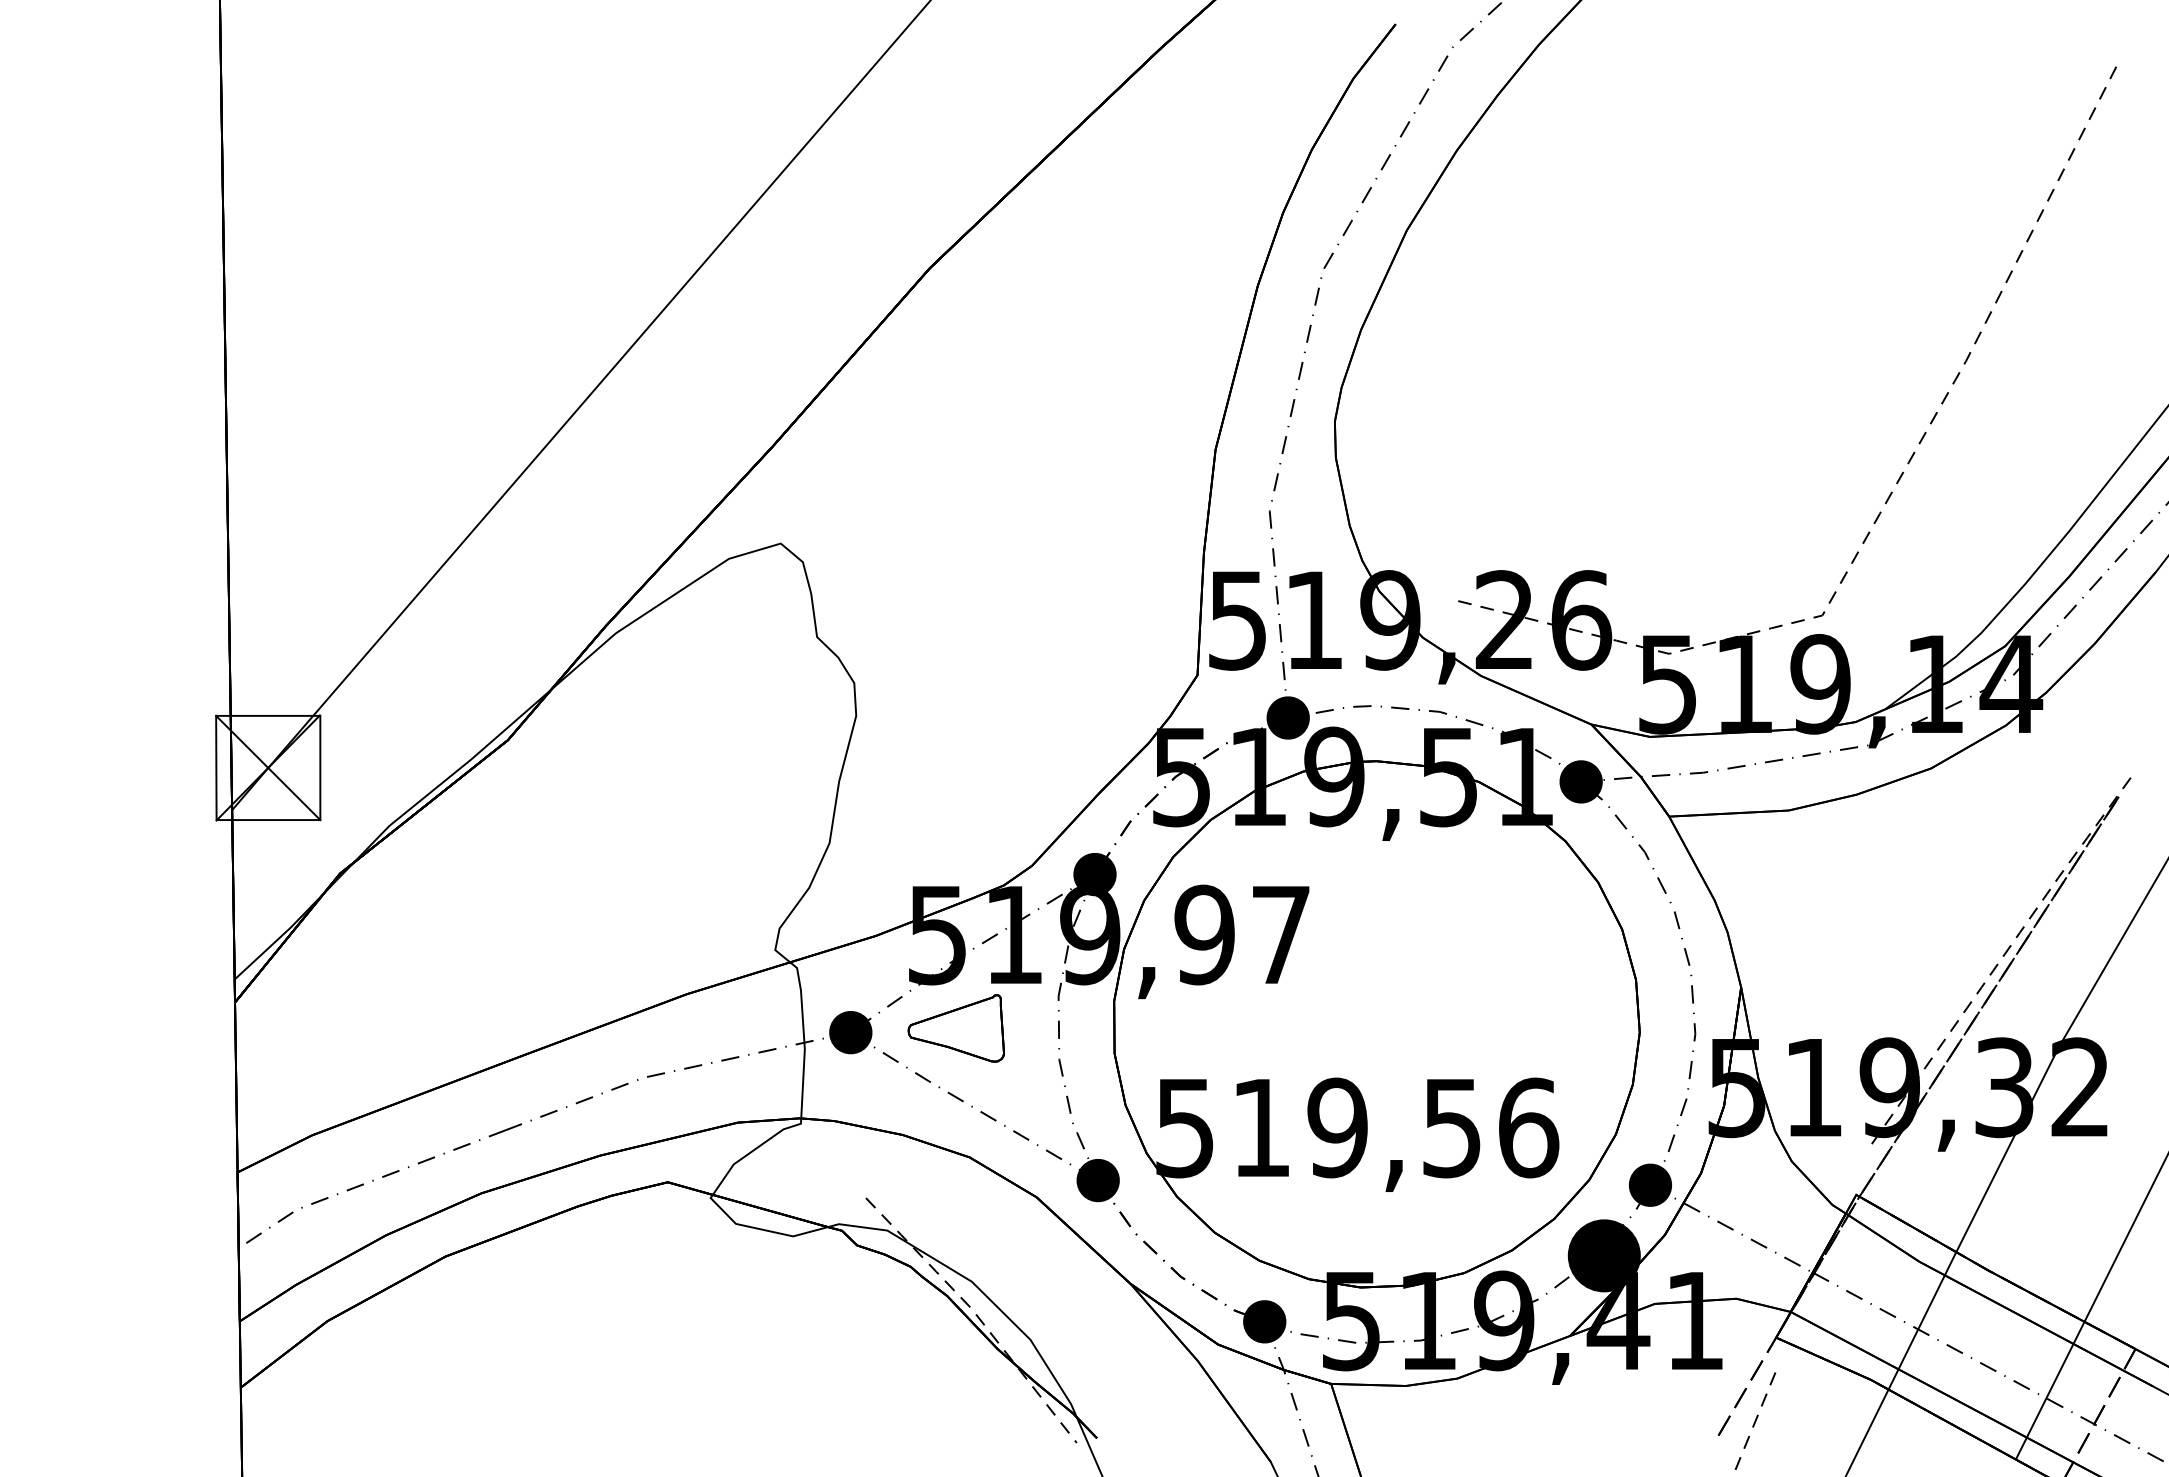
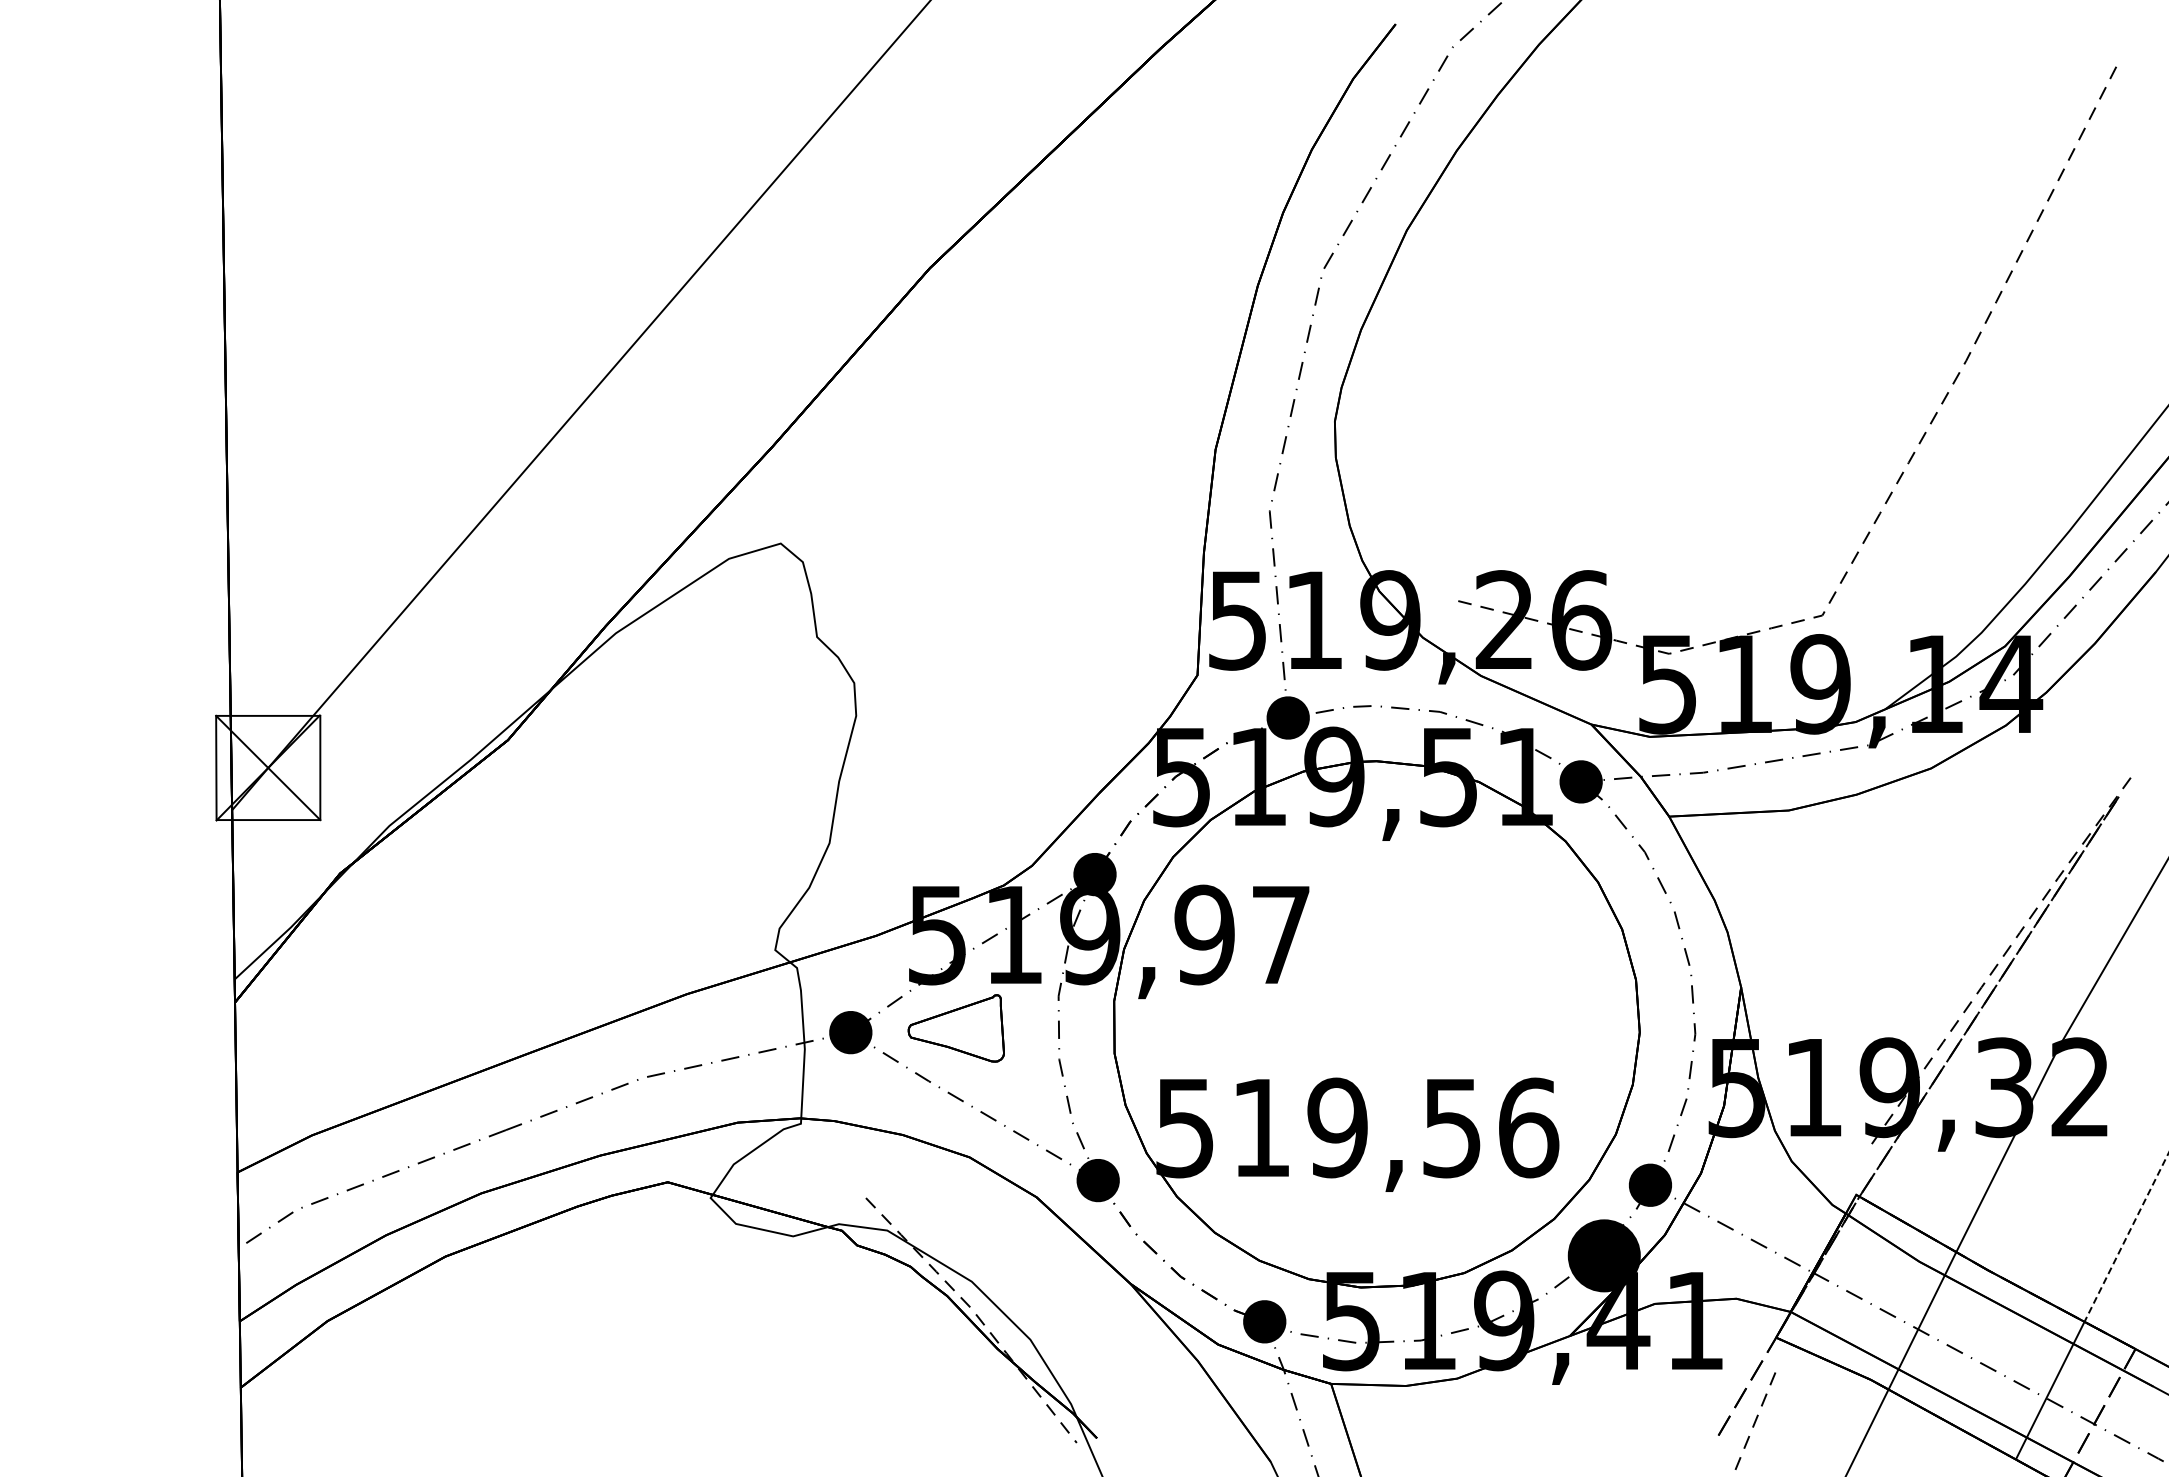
line at (2126, 1237): solid -> dashed
